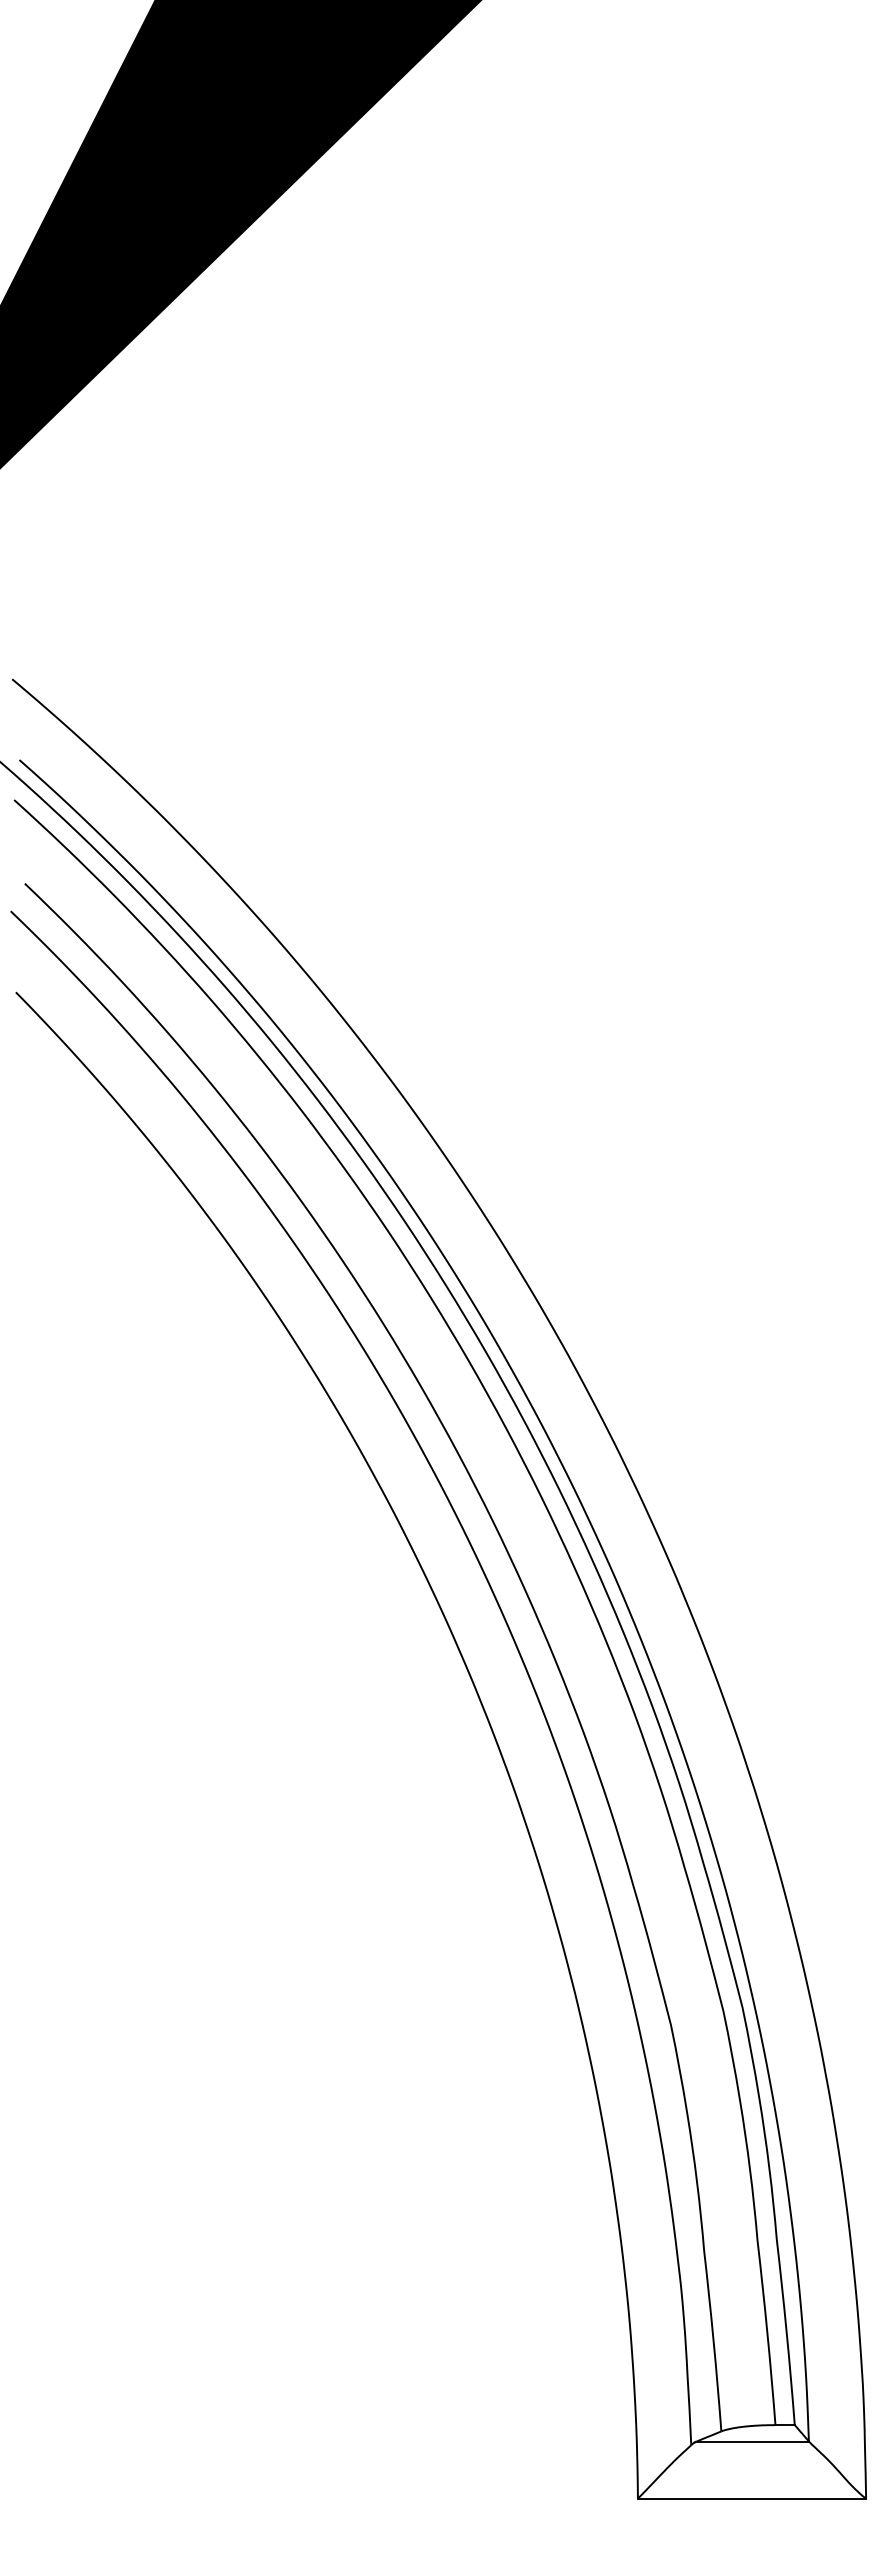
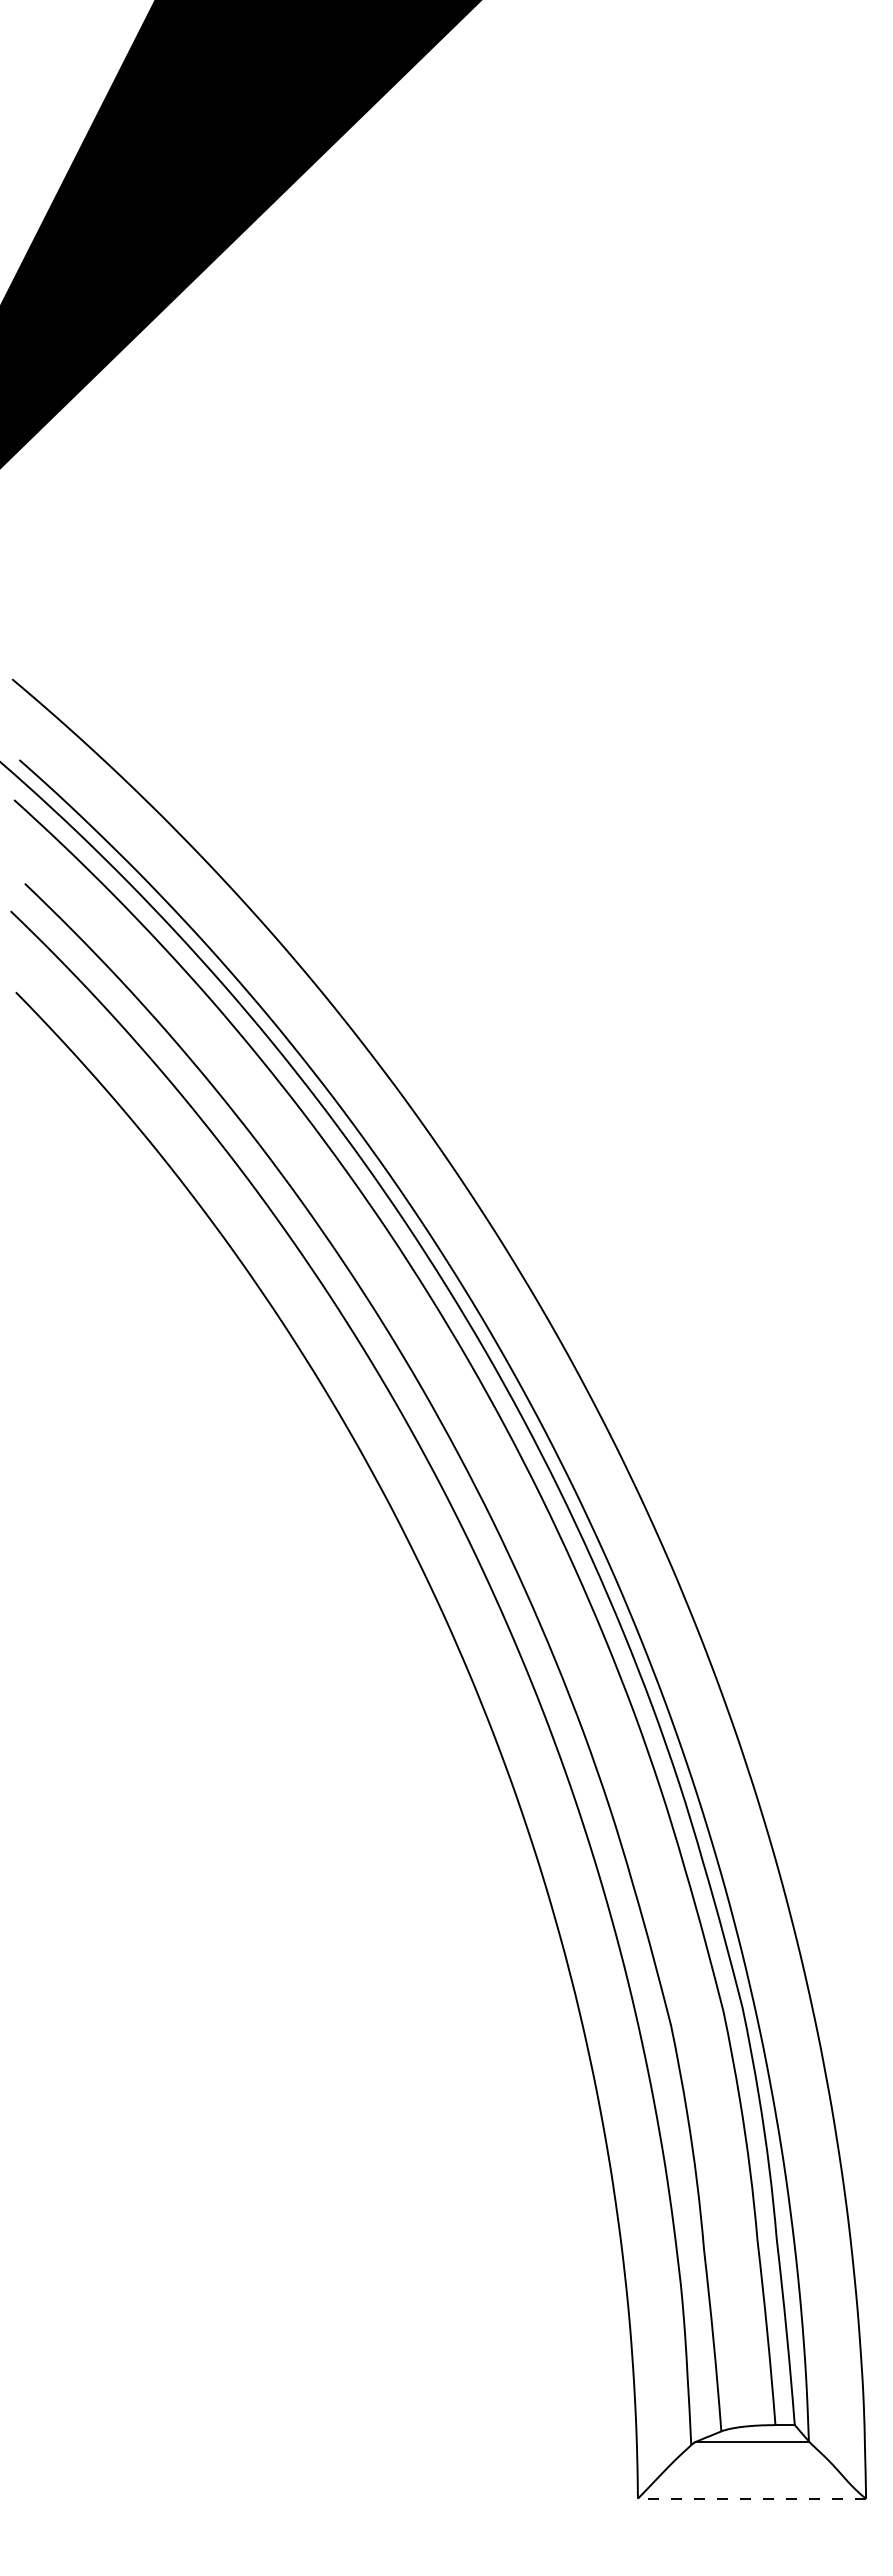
line at (751, 2498): solid -> dashed
